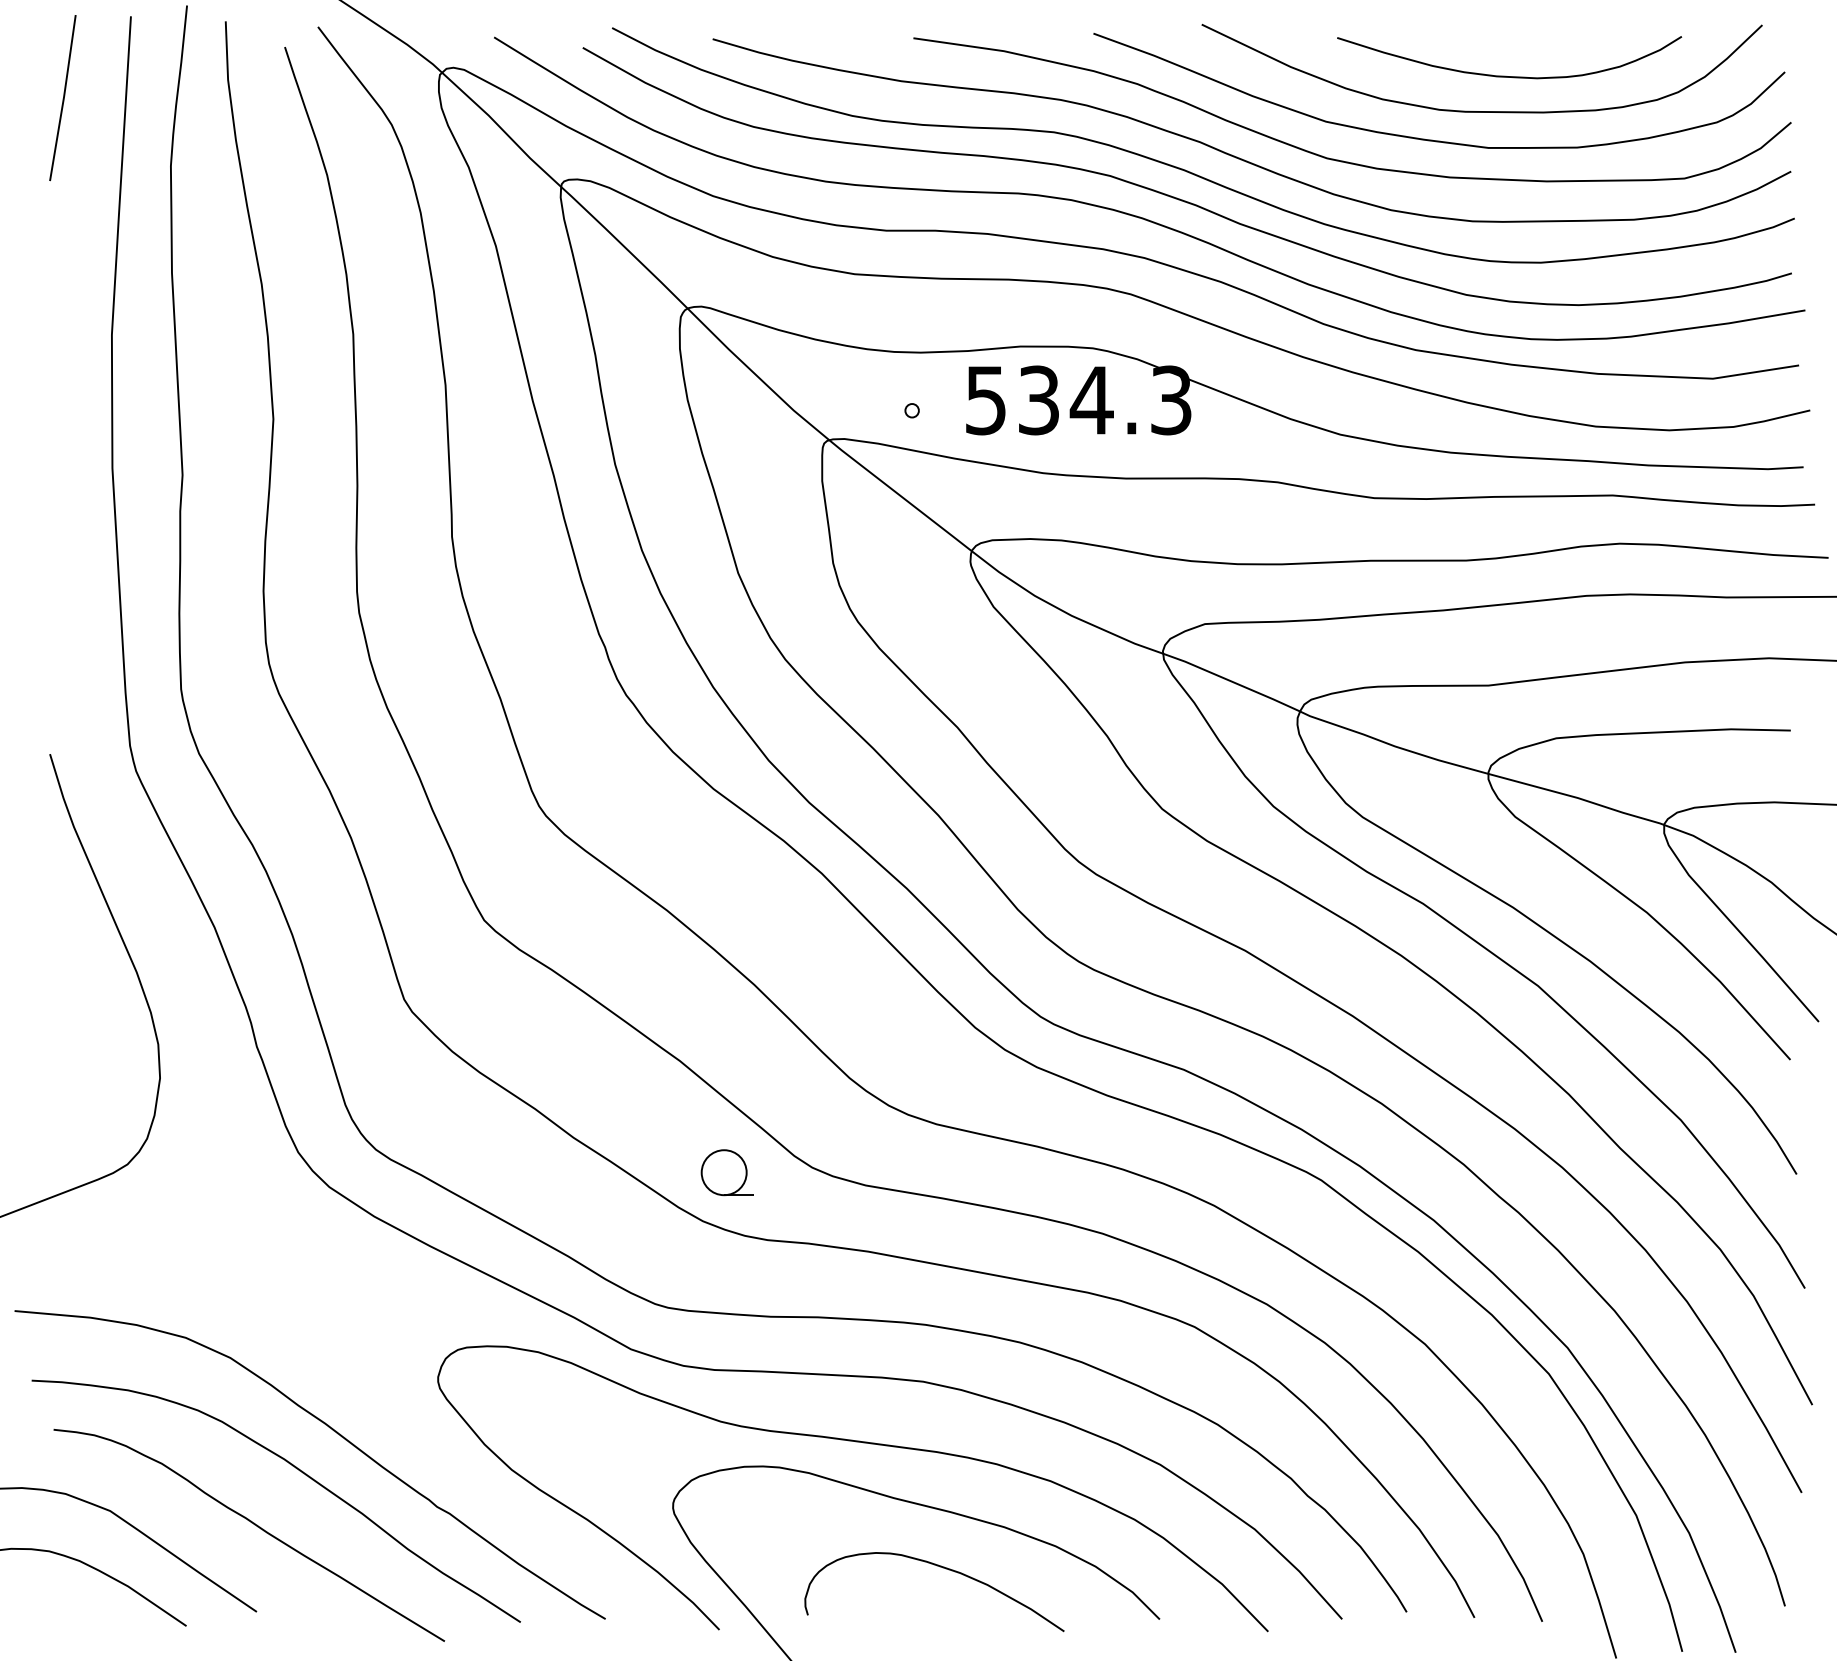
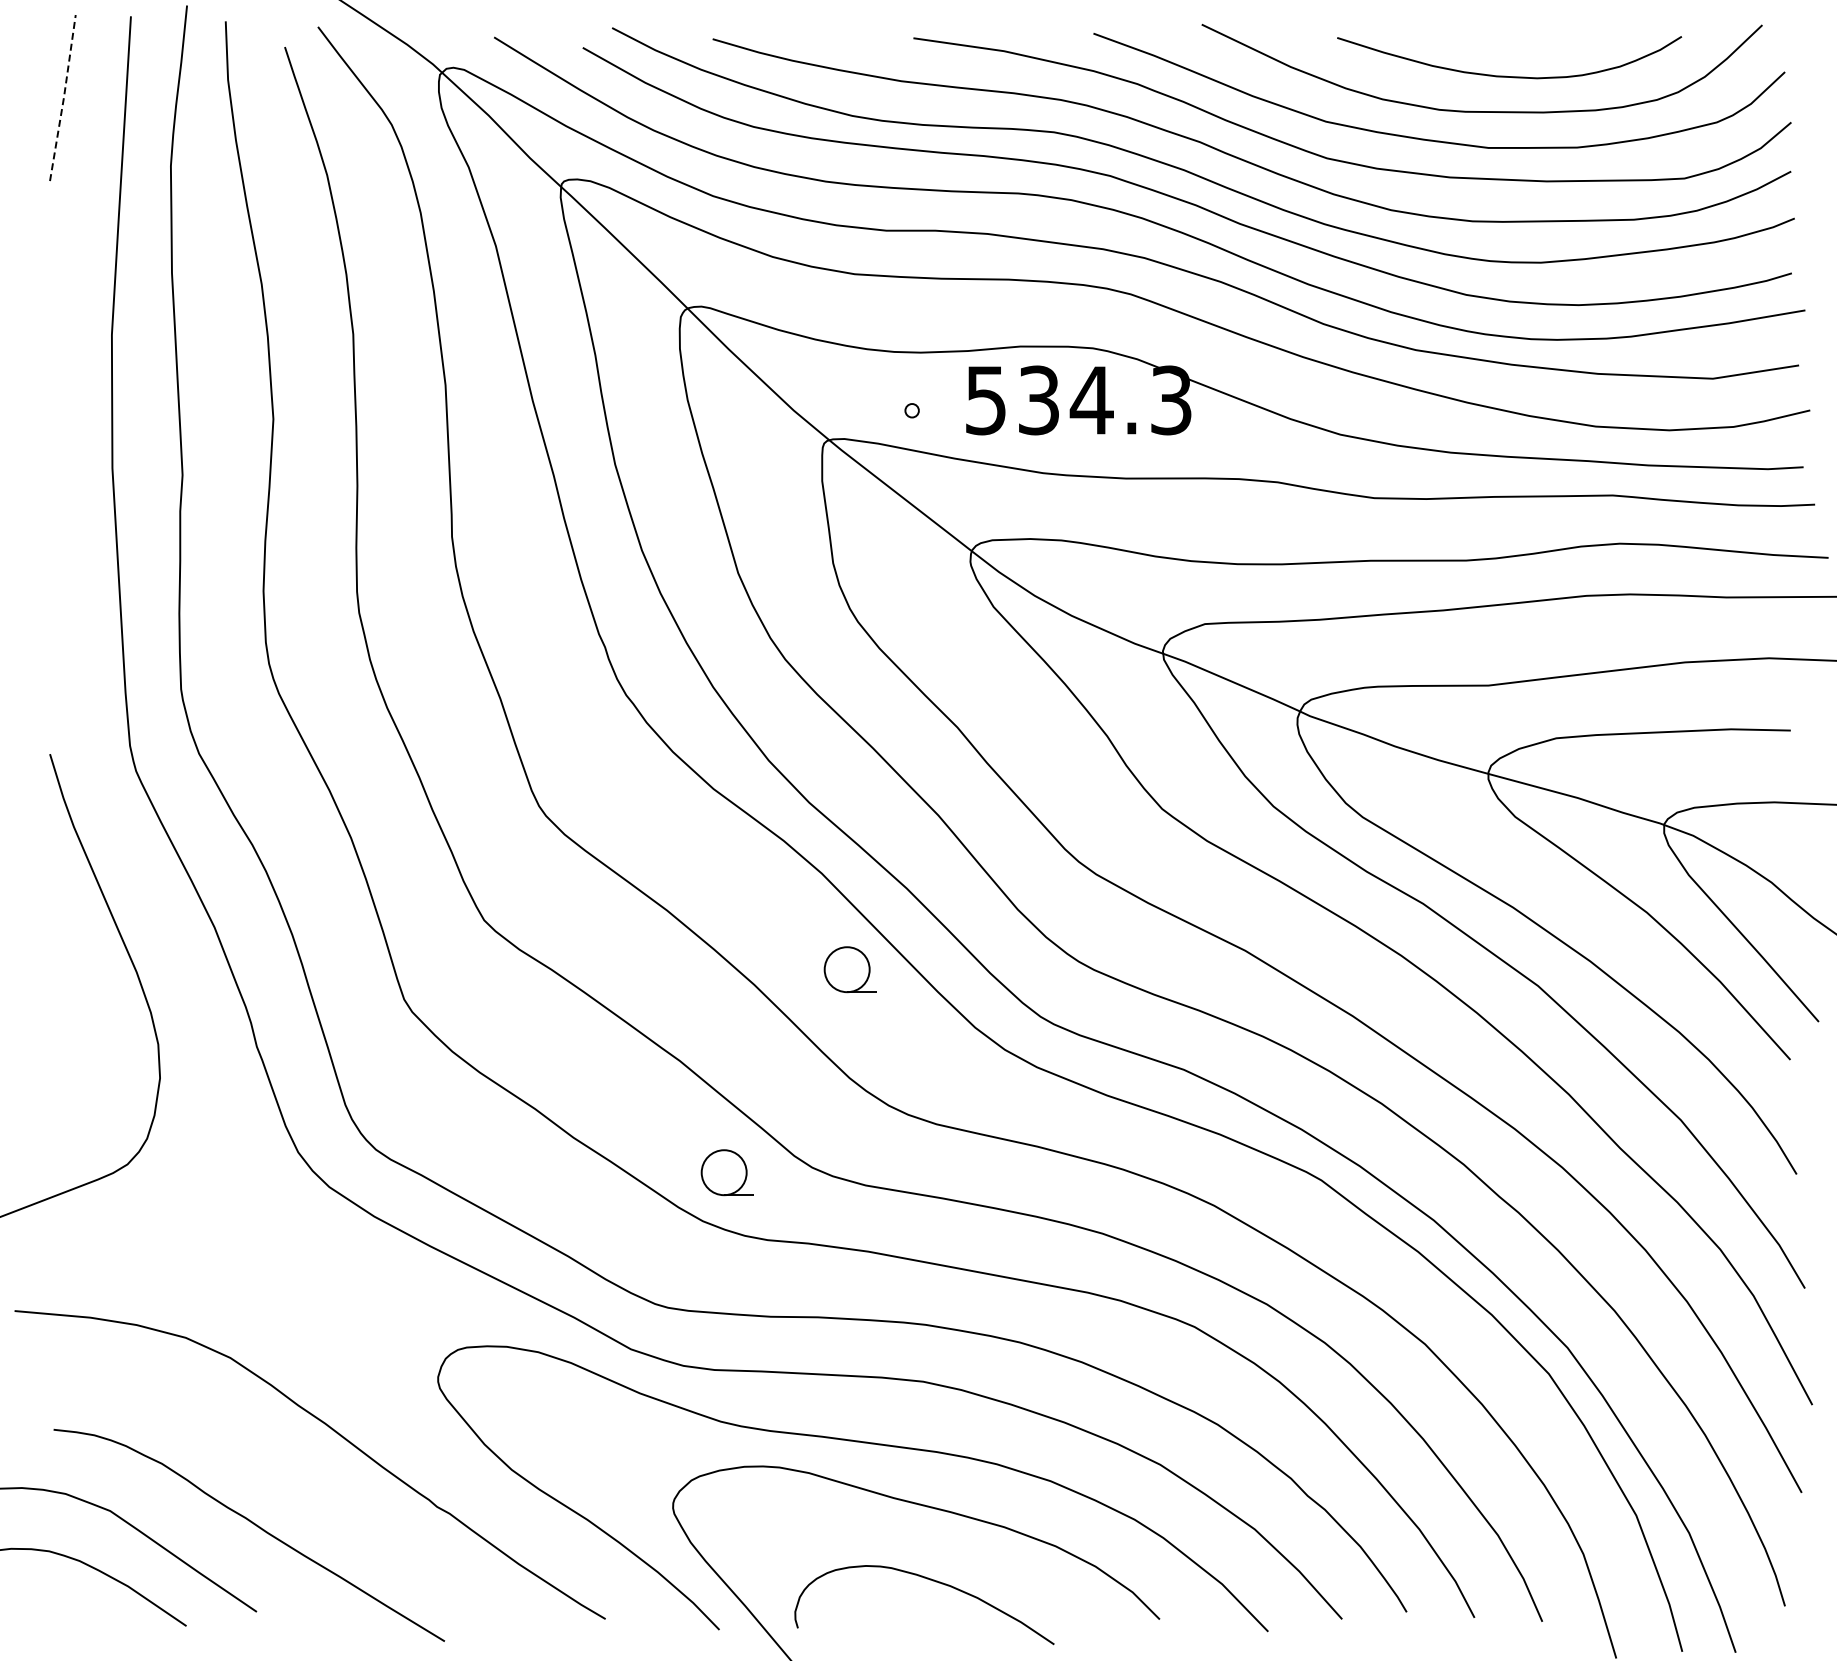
line at (63, 98): solid -> dashed
part at (849, 969): none -> present
curve at (299, 1471): present -> none
curve at (943, 1568) position: (943, 1568) -> (933, 1581)
